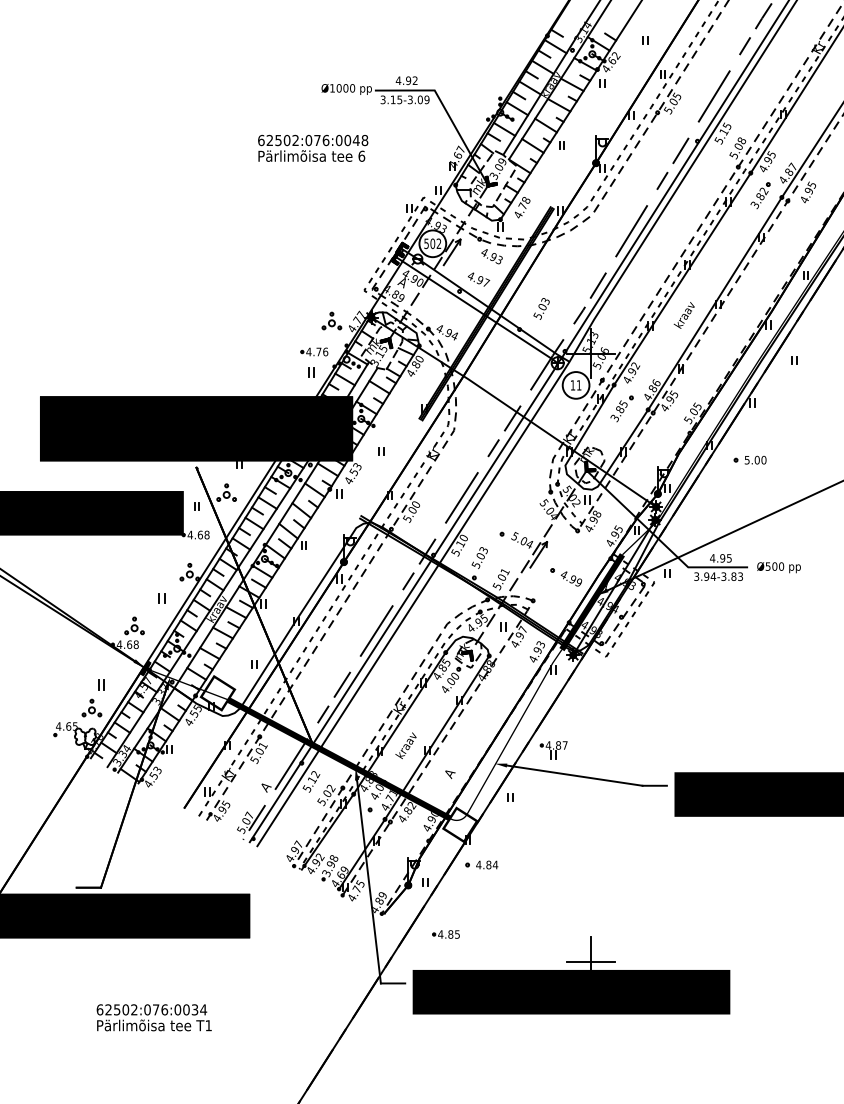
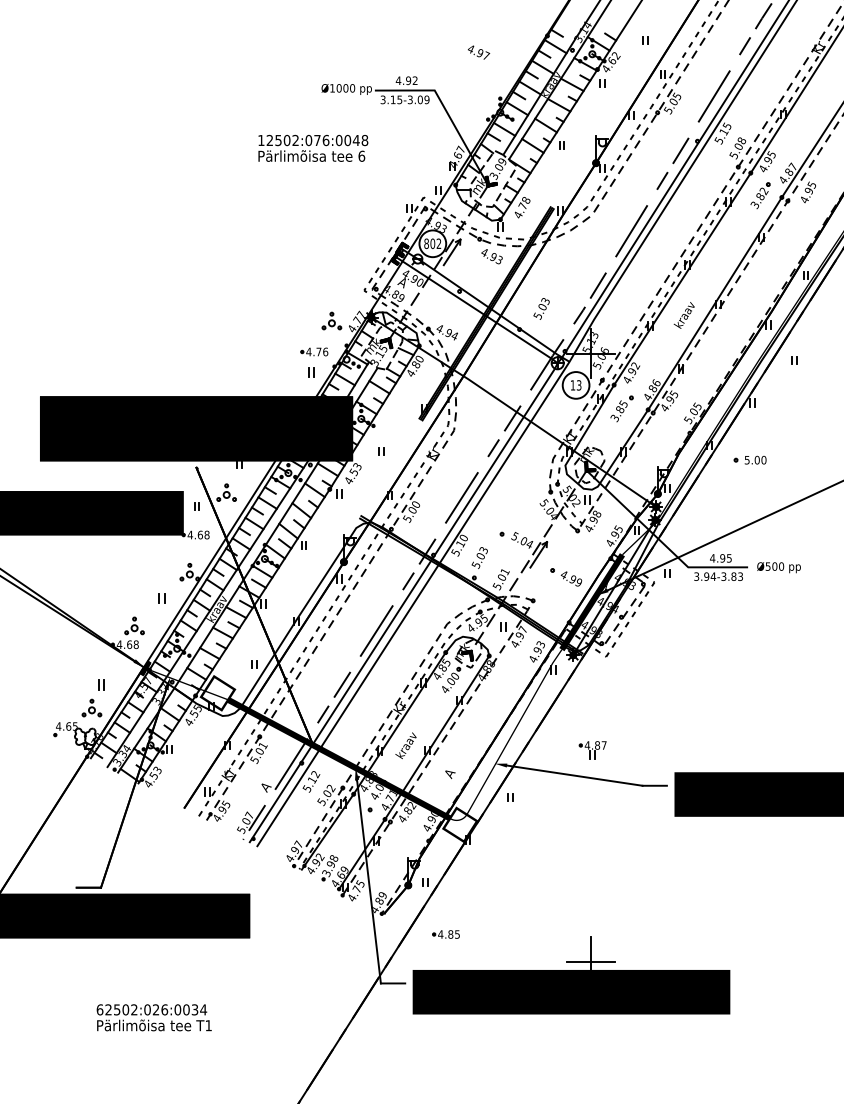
text at (261, 140): 62502:076:0048 -> 12502:076:0048
text at (426, 243): 502 -> 802
text at (479, 279) position: (479, 279) -> (479, 52)
text at (578, 385): 11 -> 13
part at (553, 750) position: (553, 750) -> (592, 750)
part at (481, 864): present -> none
text at (155, 1009): 62502:076:0034 -> 62502:026:0034
